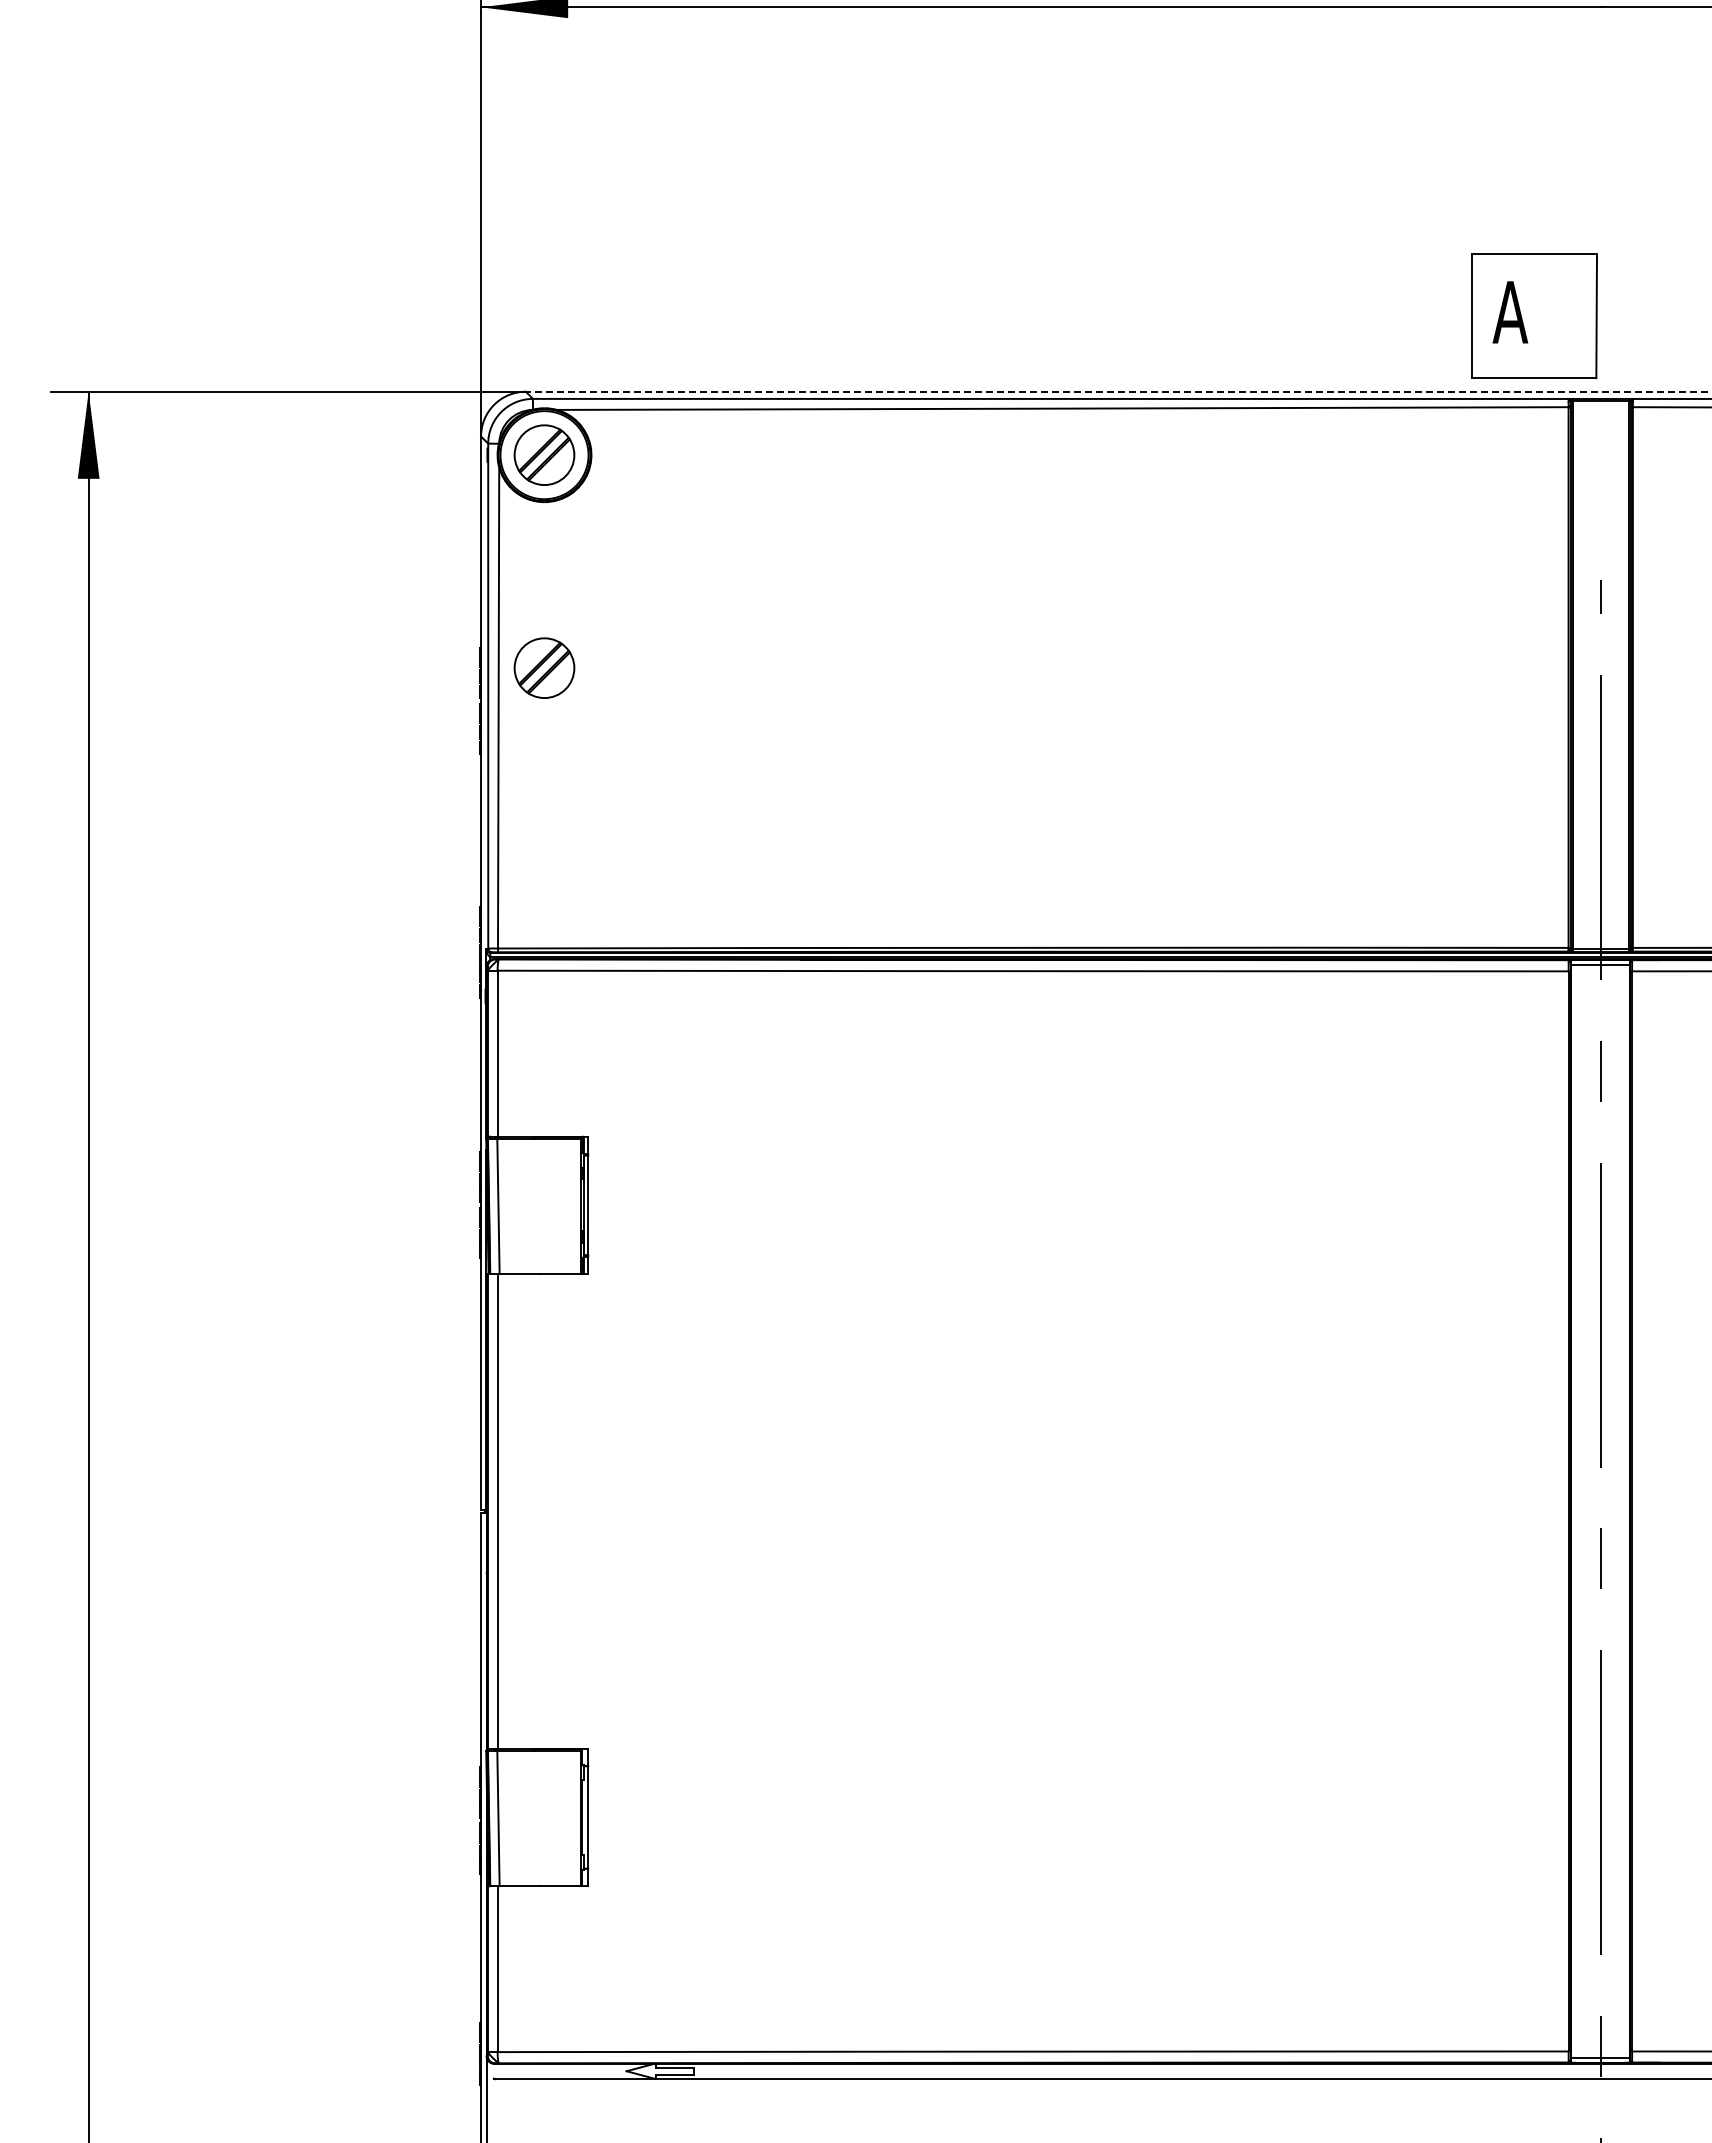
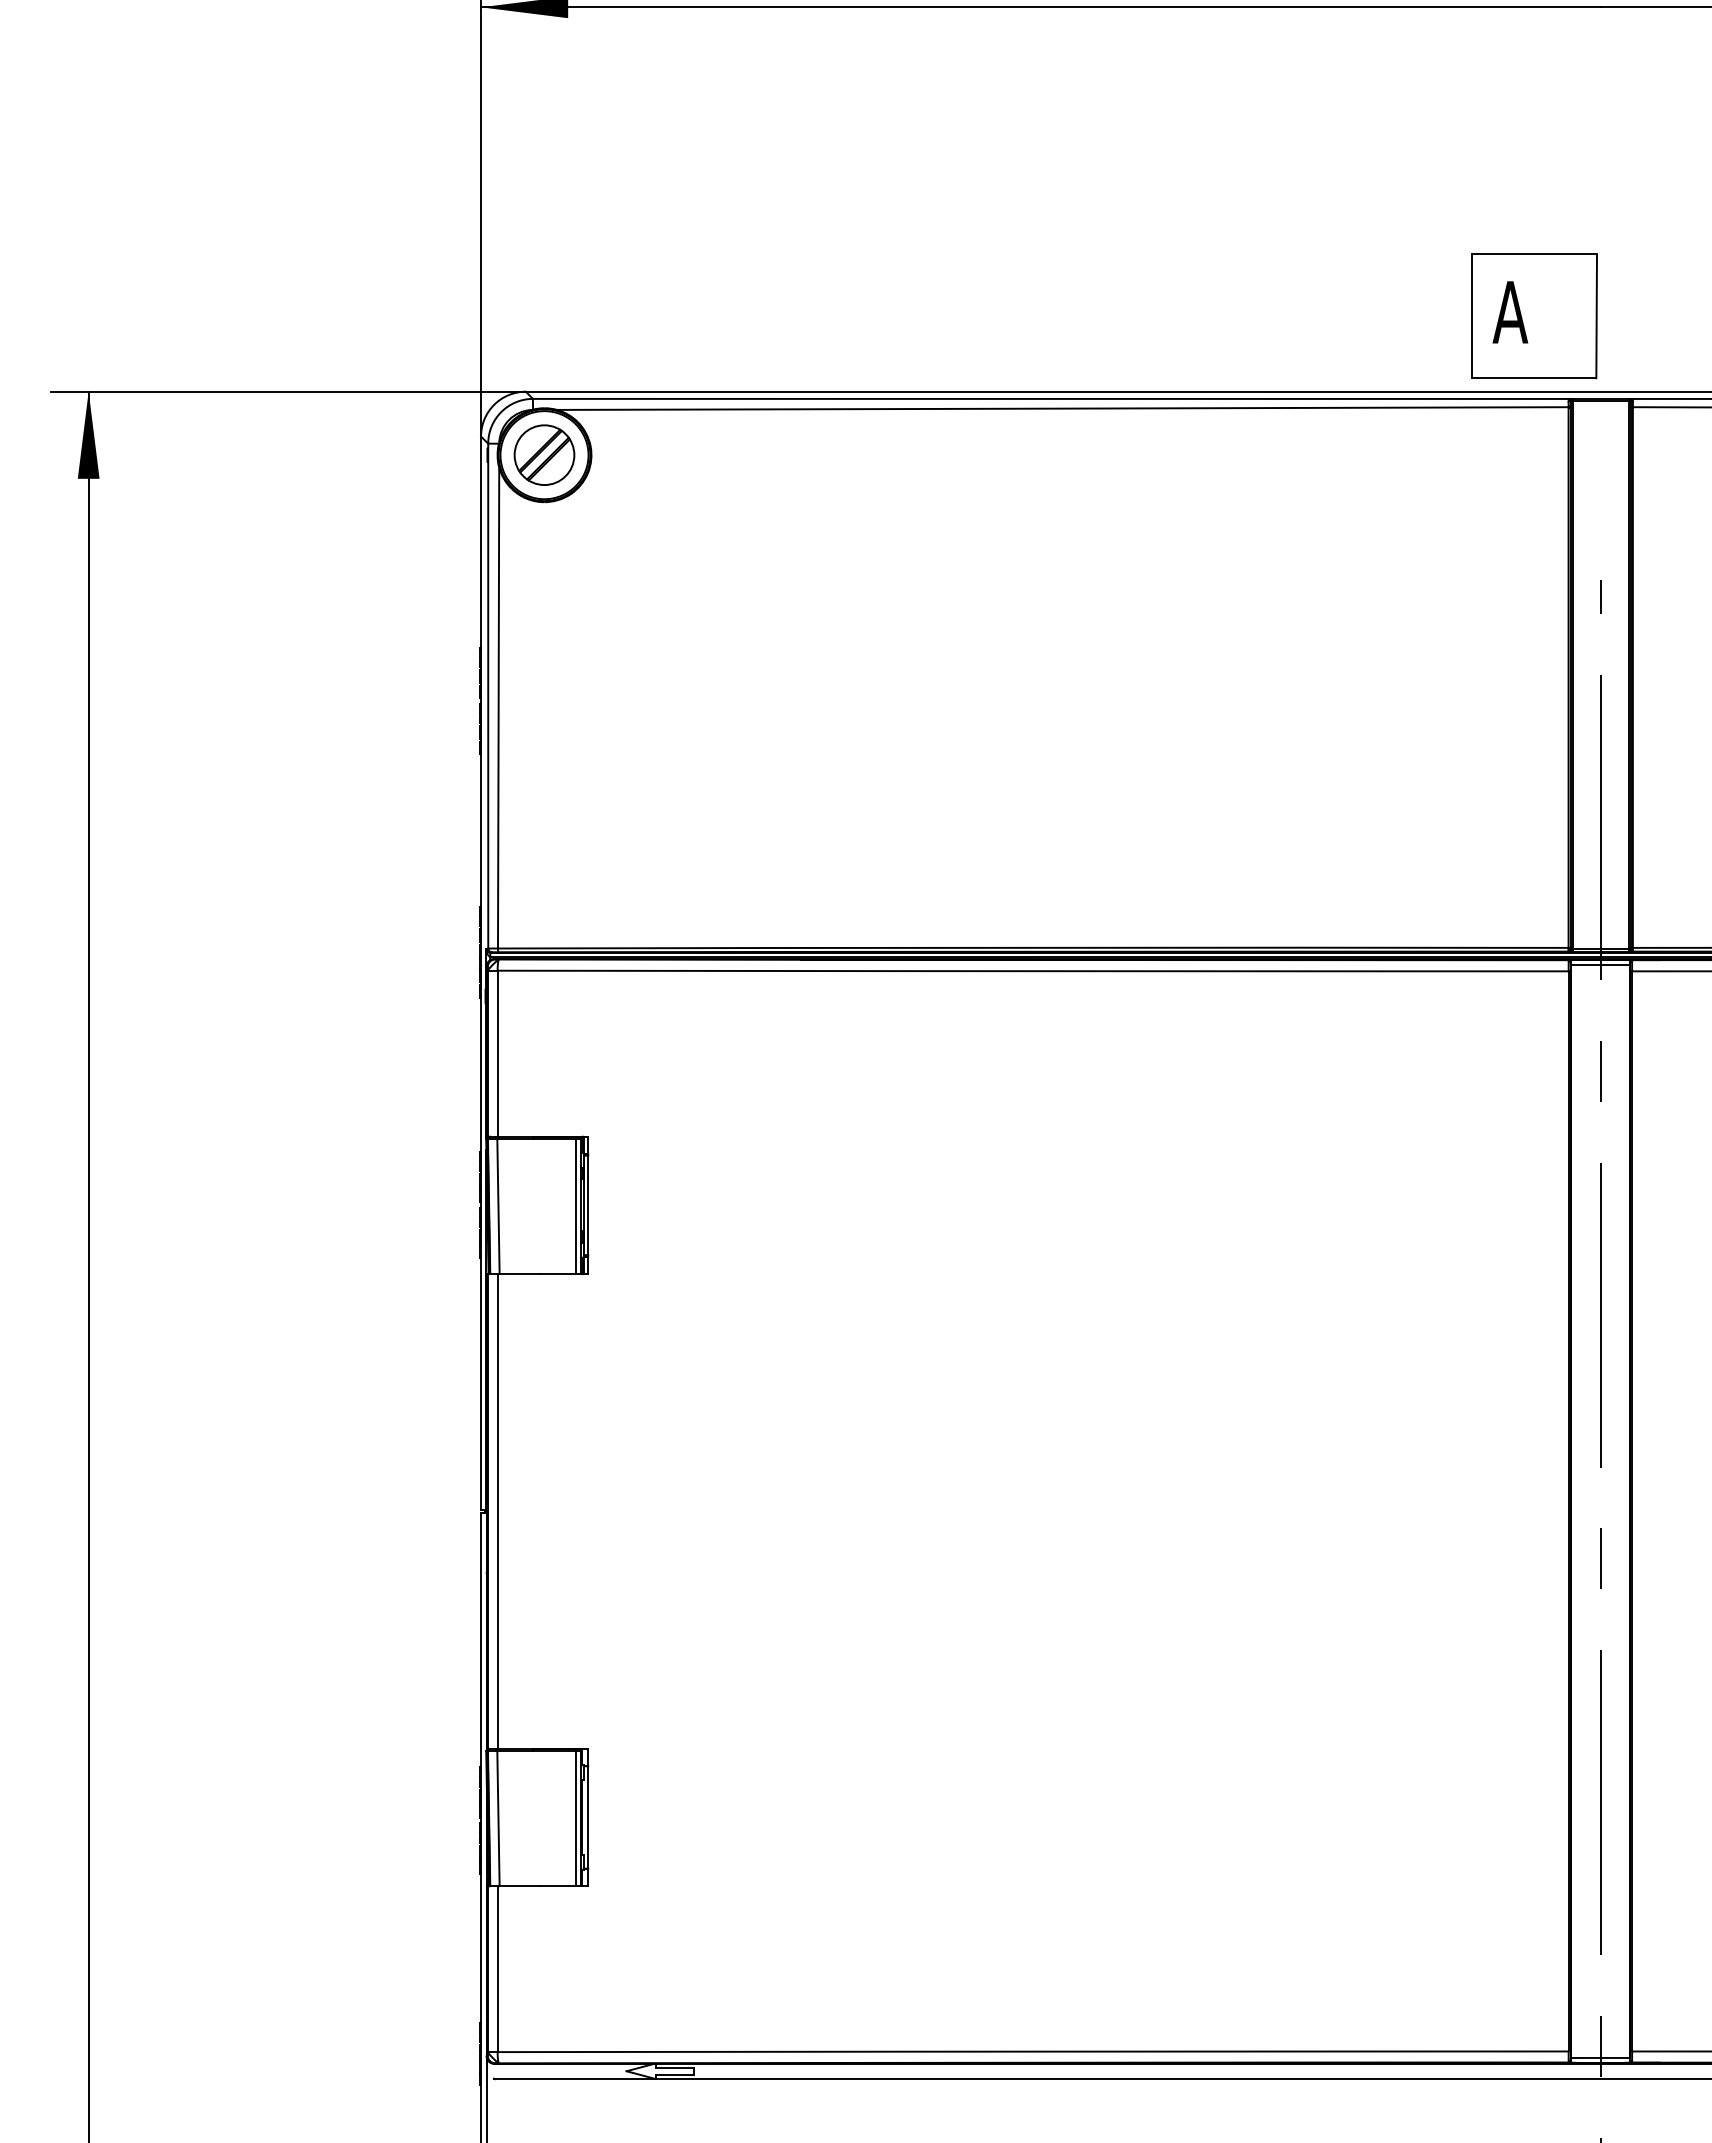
line at (1118, 391): dashed -> solid
part at (544, 667): present -> none
line at (576, 1206): none -> present
line at (576, 1818): none -> present
